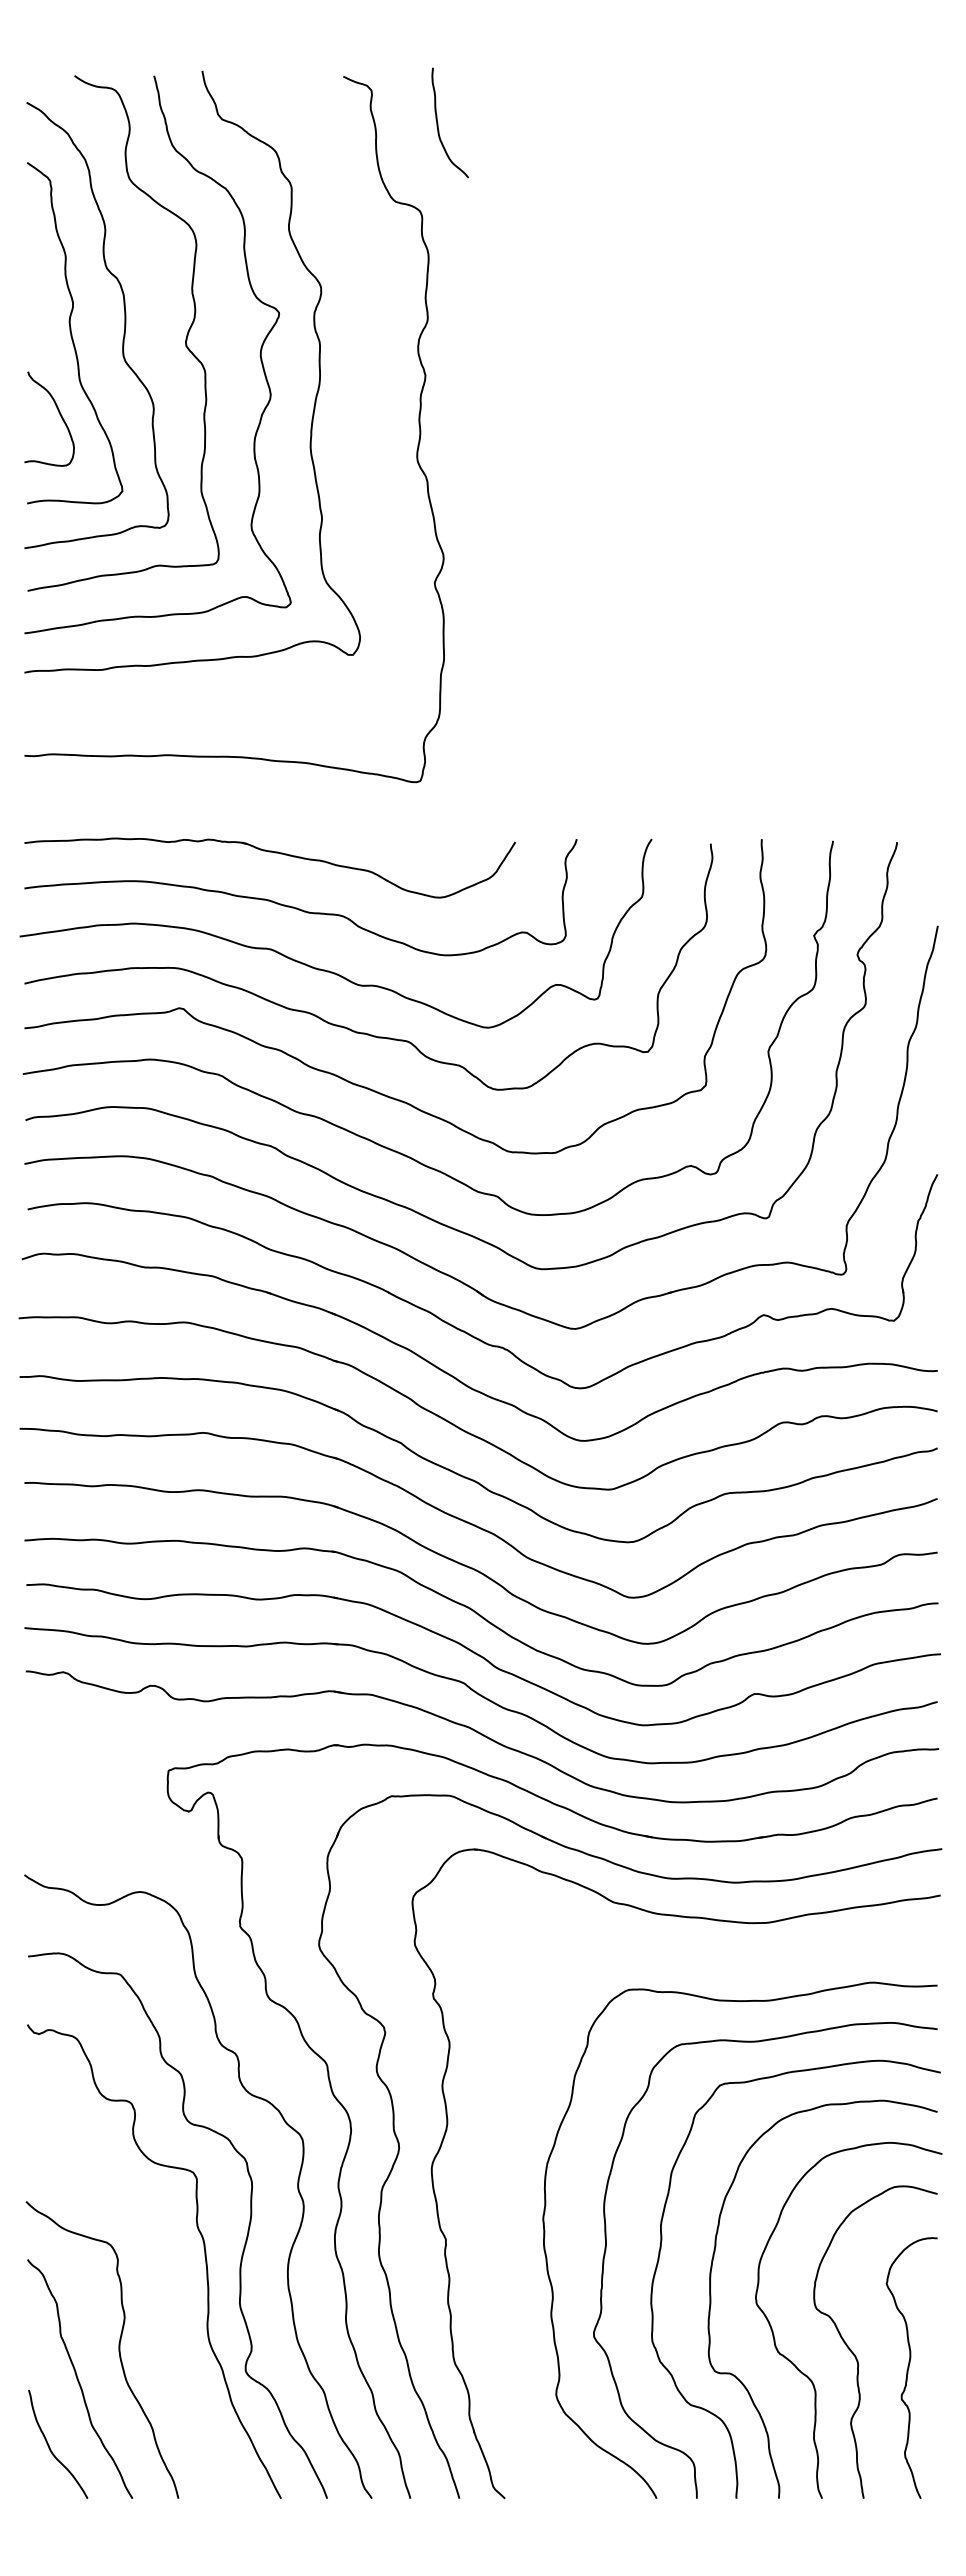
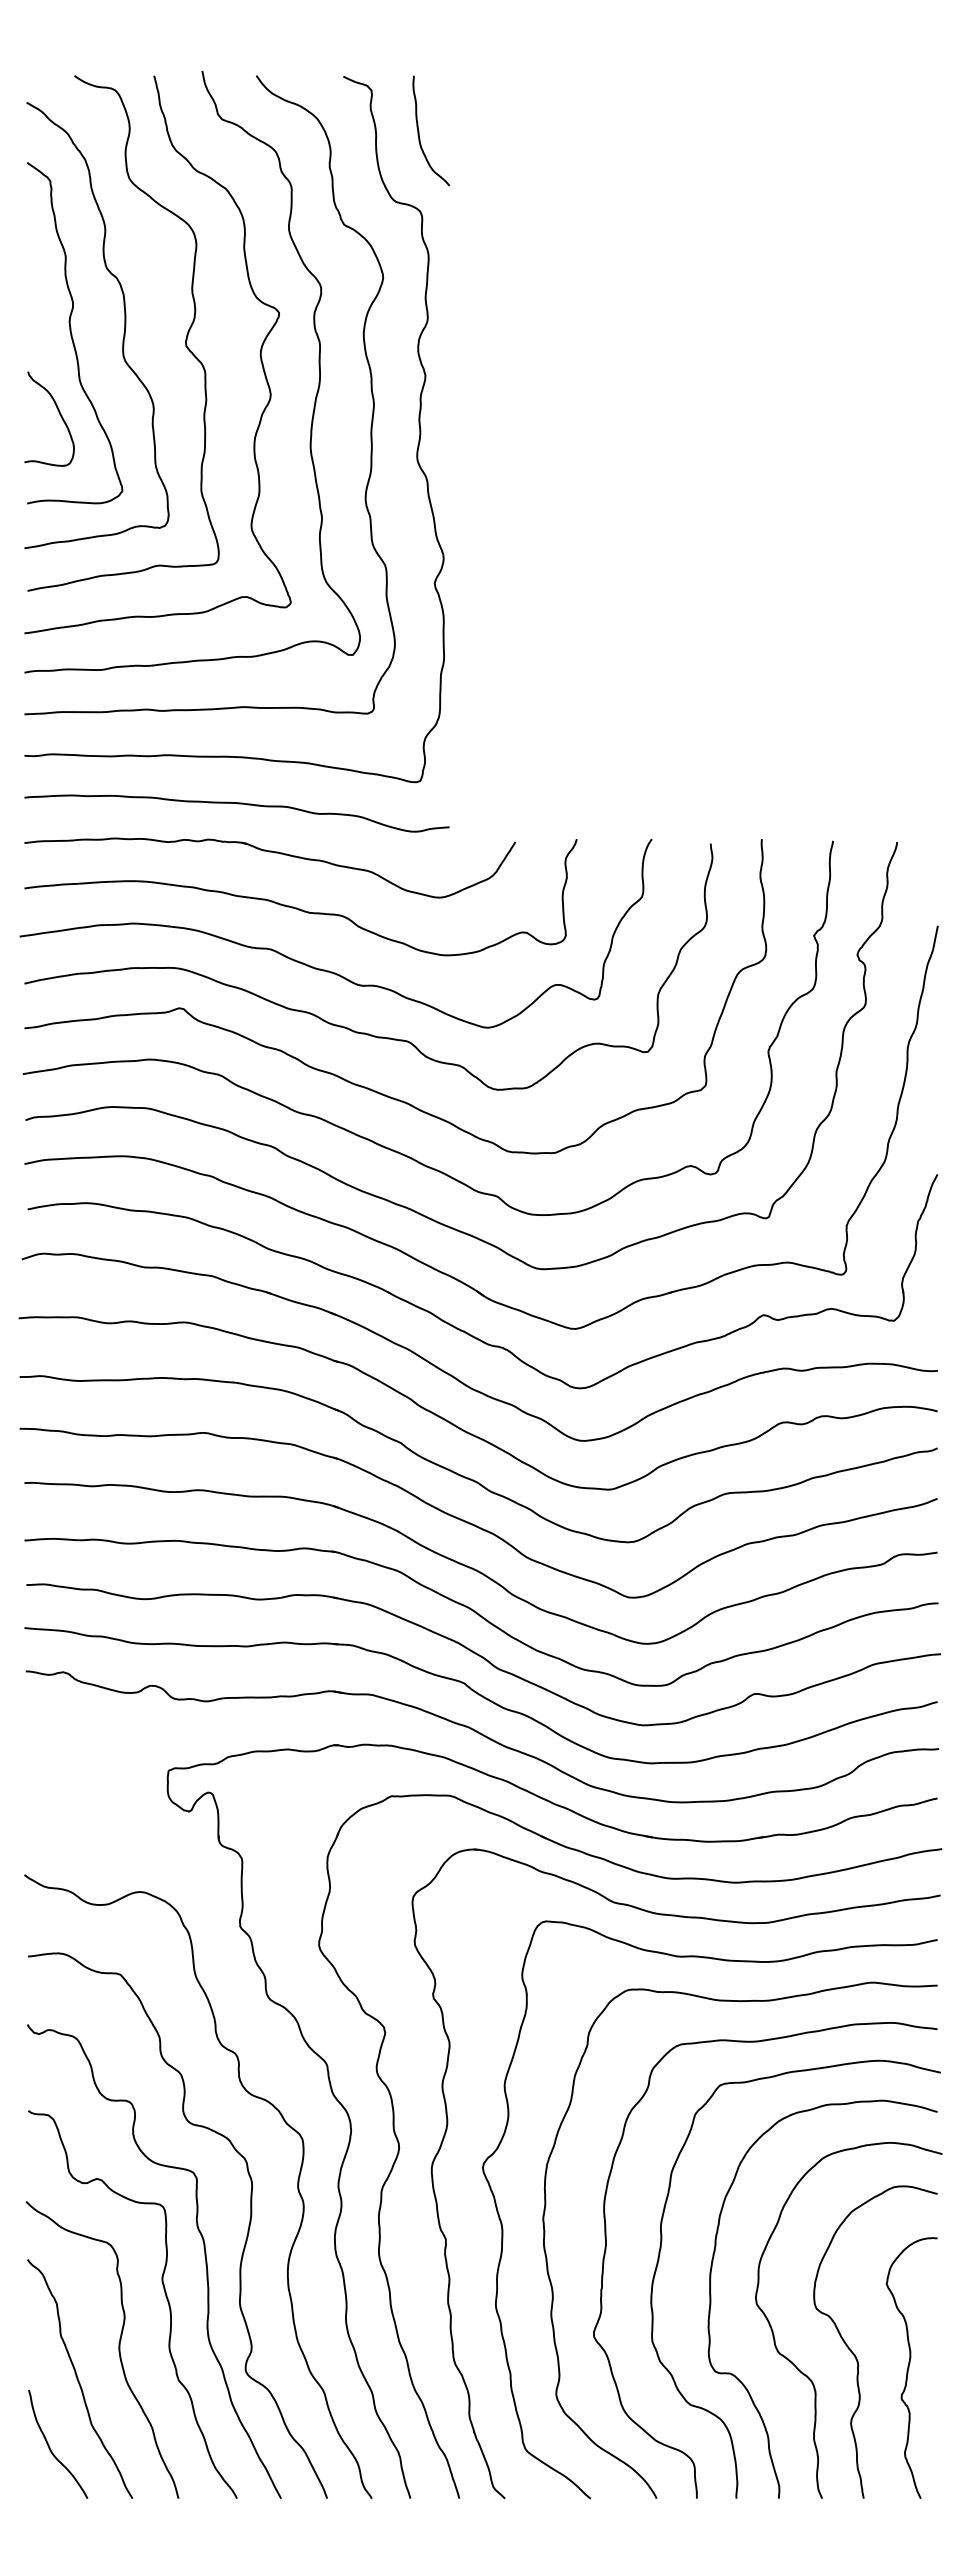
curve at (438, 122) position: (438, 122) -> (419, 130)
curve at (365, 357): none -> present
curve at (237, 804): none -> present
curve at (503, 2228): none -> present
curve at (164, 2293): none -> present
